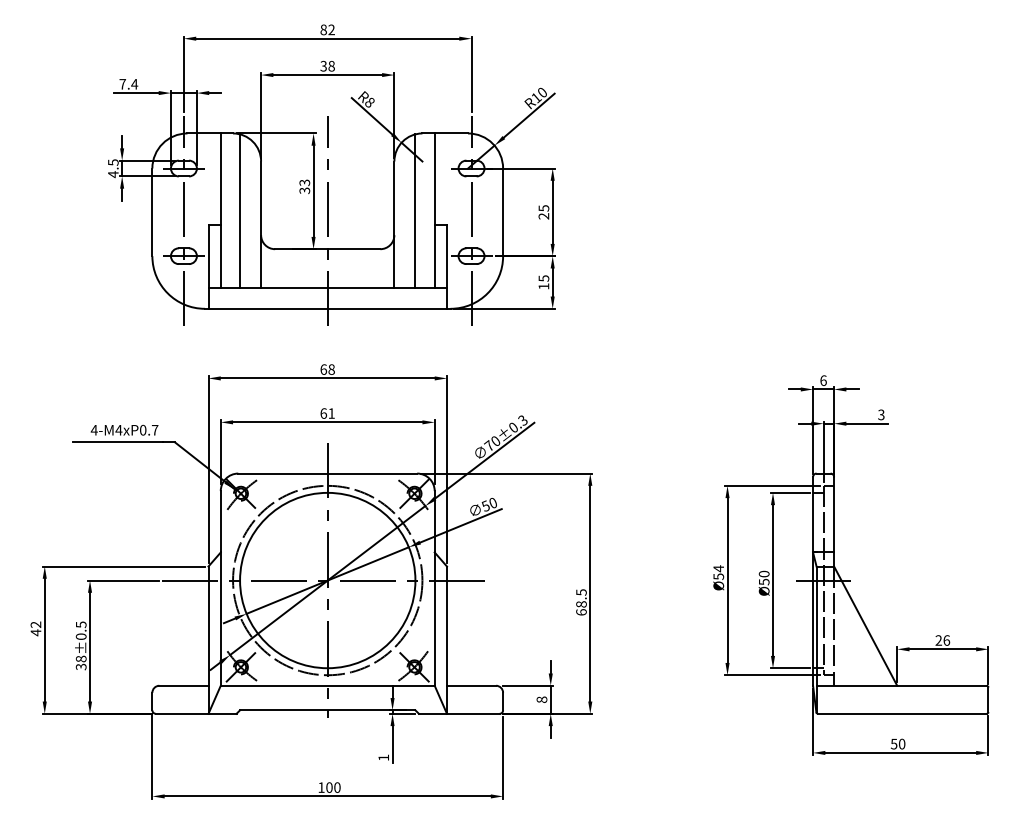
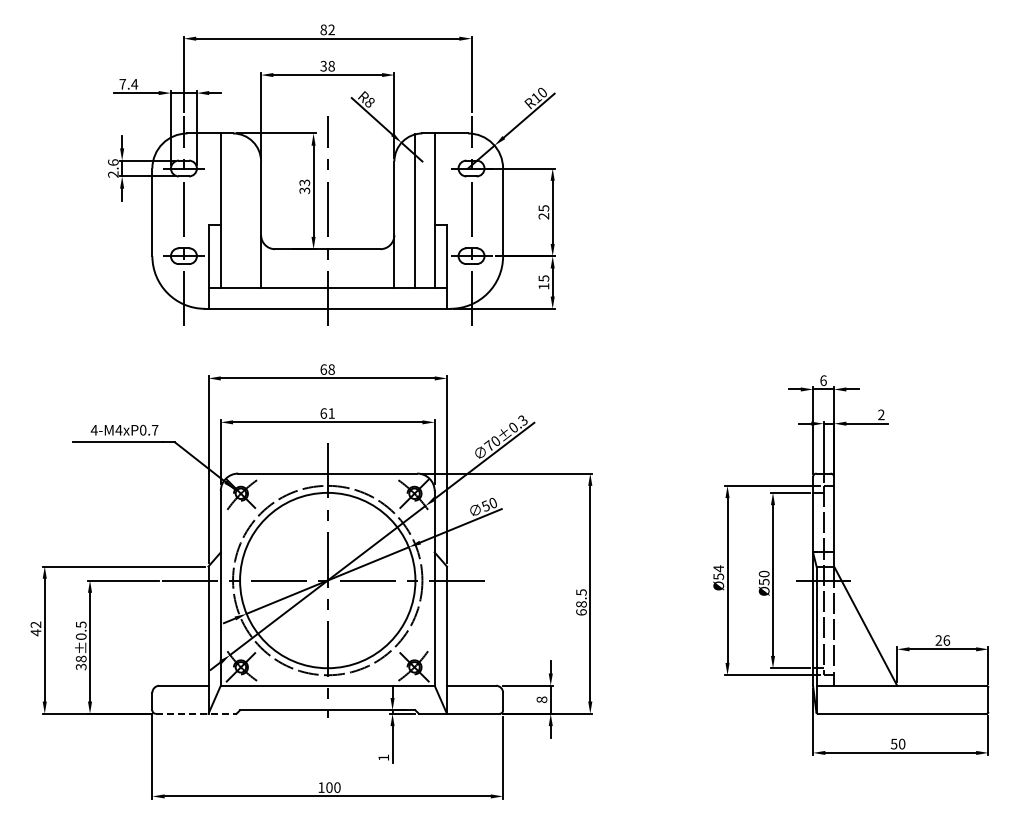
text at (113, 168): 4.5 -> 2.6
line at (240, 210): present -> none
text at (881, 415): 3 -> 2
line at (196, 713): solid -> dashed
